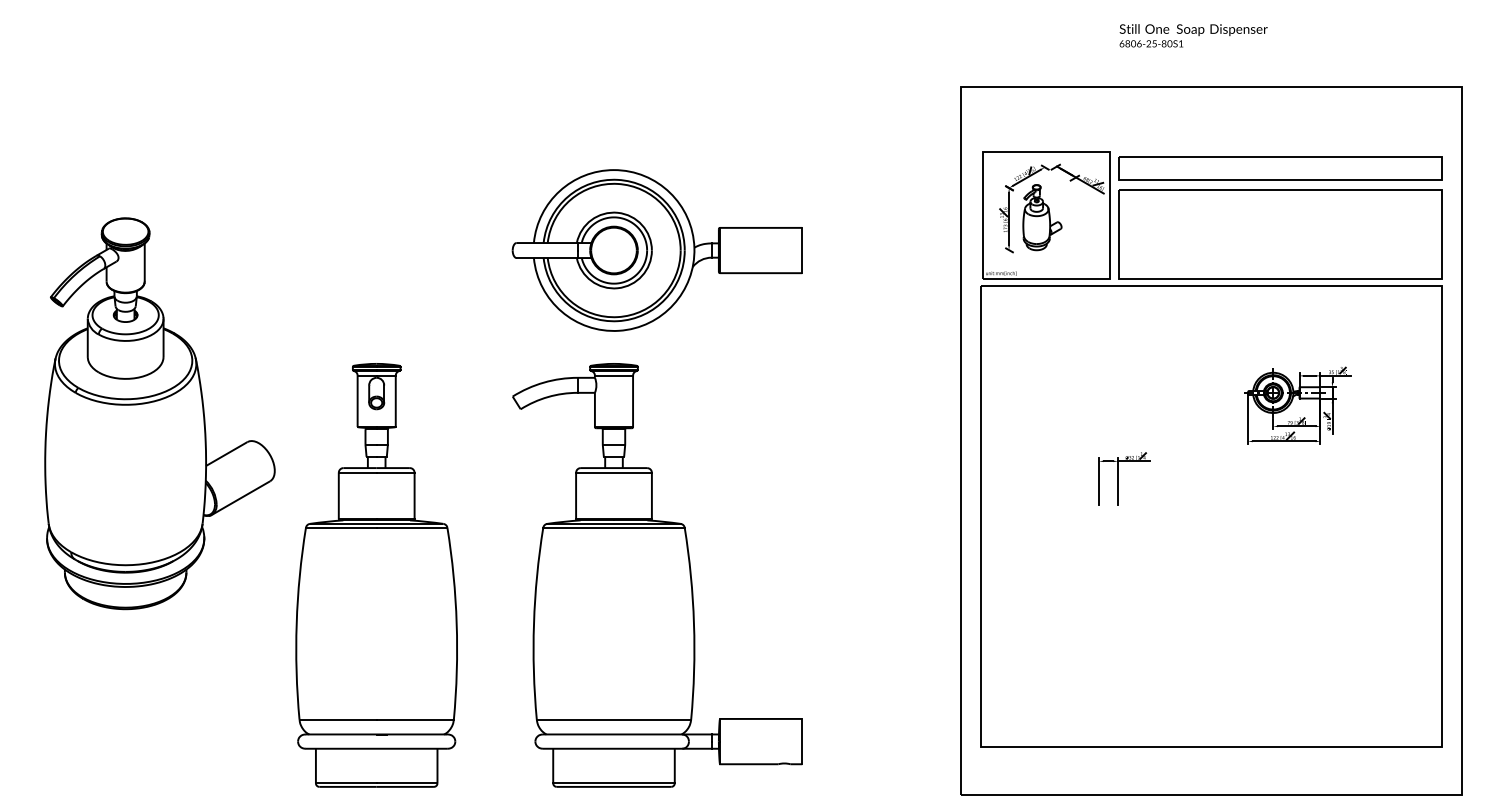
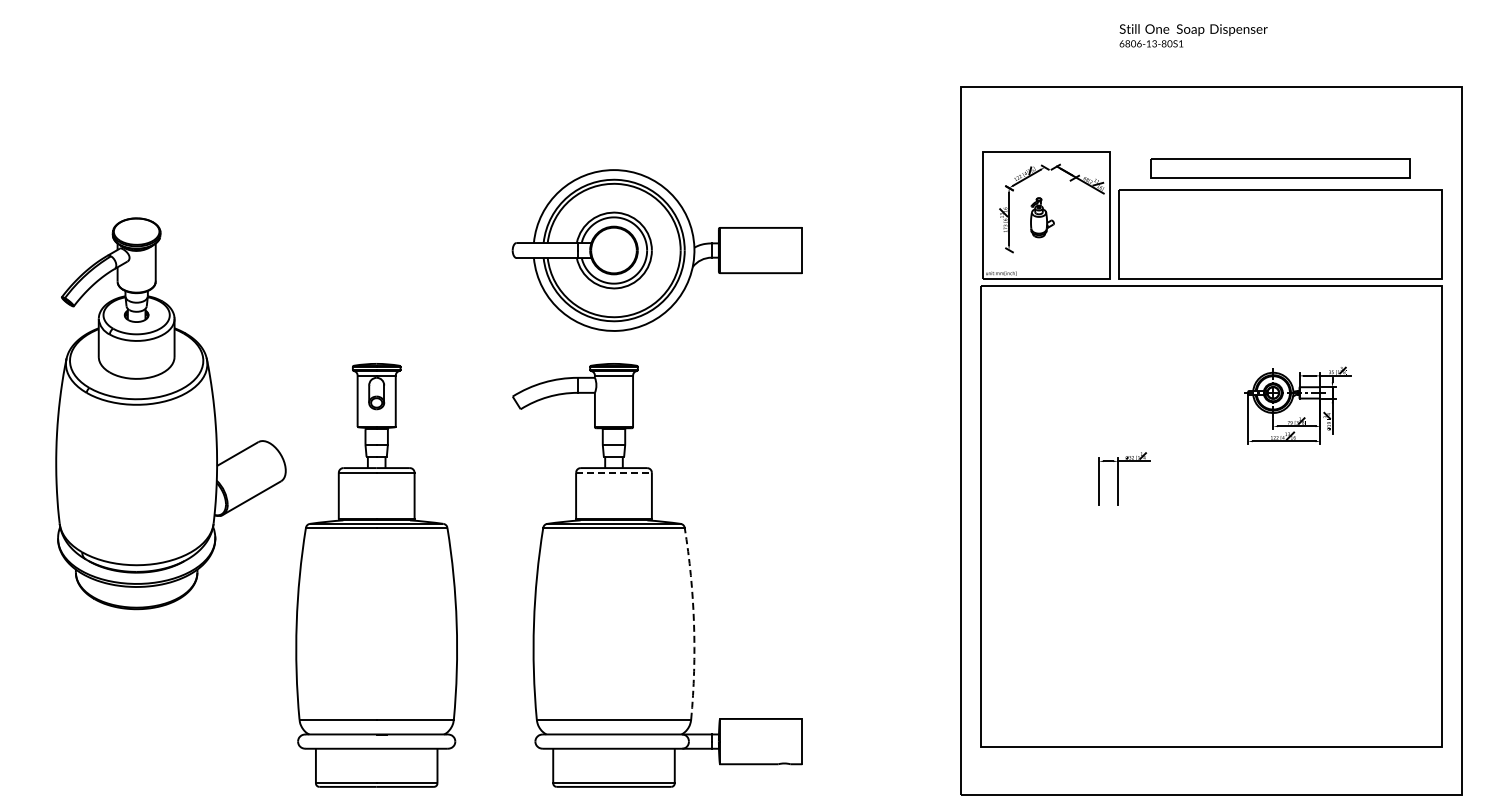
text at (1151, 43): 6806-25-80S1 -> 6806-13-80S1
part at (1280, 168) size: 325x25 px -> 261x21 px
part at (1042, 217) size: 41x68 px -> 25x42 px
part at (159, 413) position: (159, 413) -> (170, 413)
line at (614, 472): solid -> dashed
arc at (694, 623): solid -> dashed
